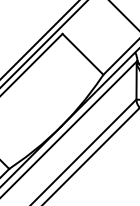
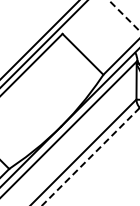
line at (124, 15): solid -> dashed
line at (90, 157): solid -> dashed
